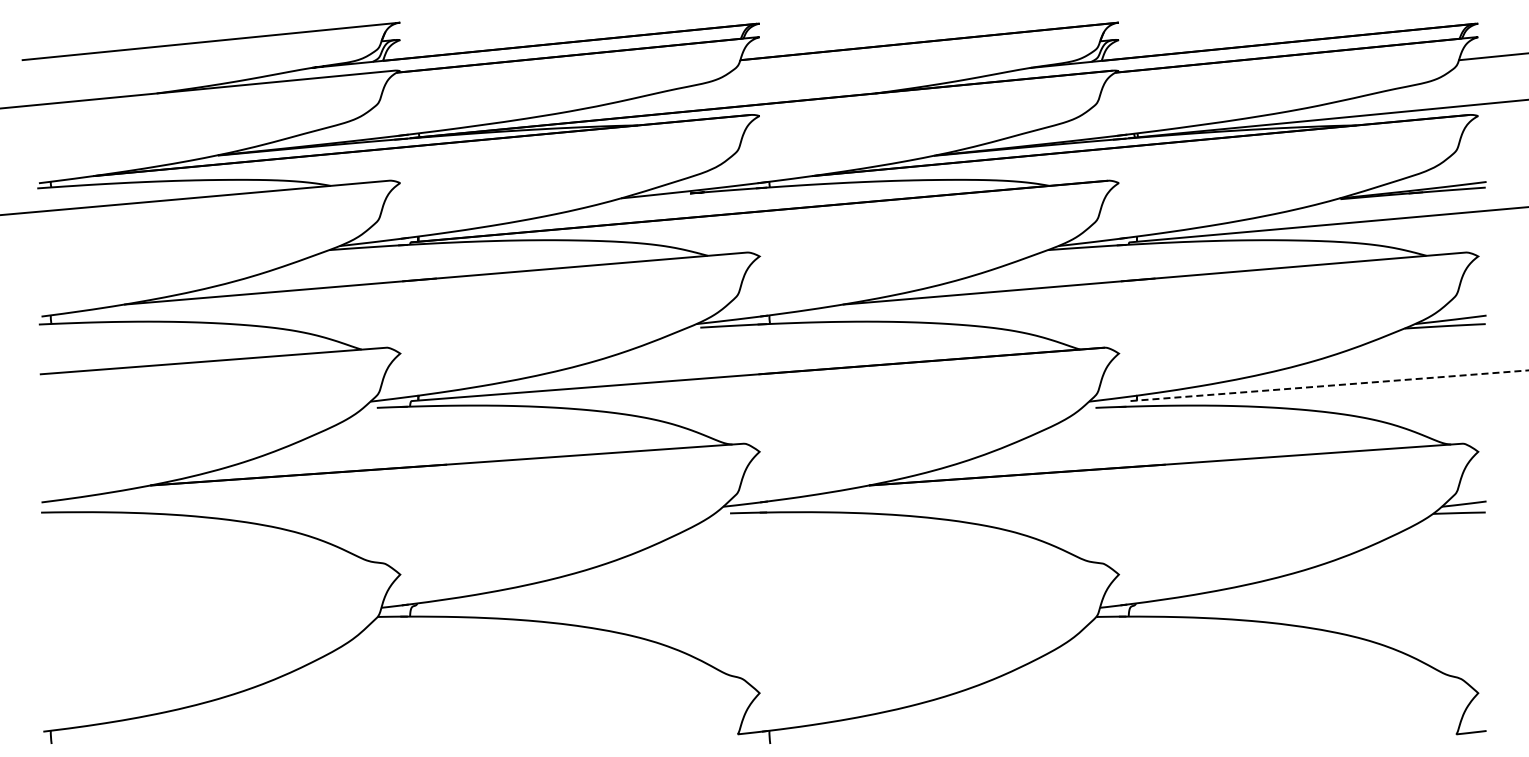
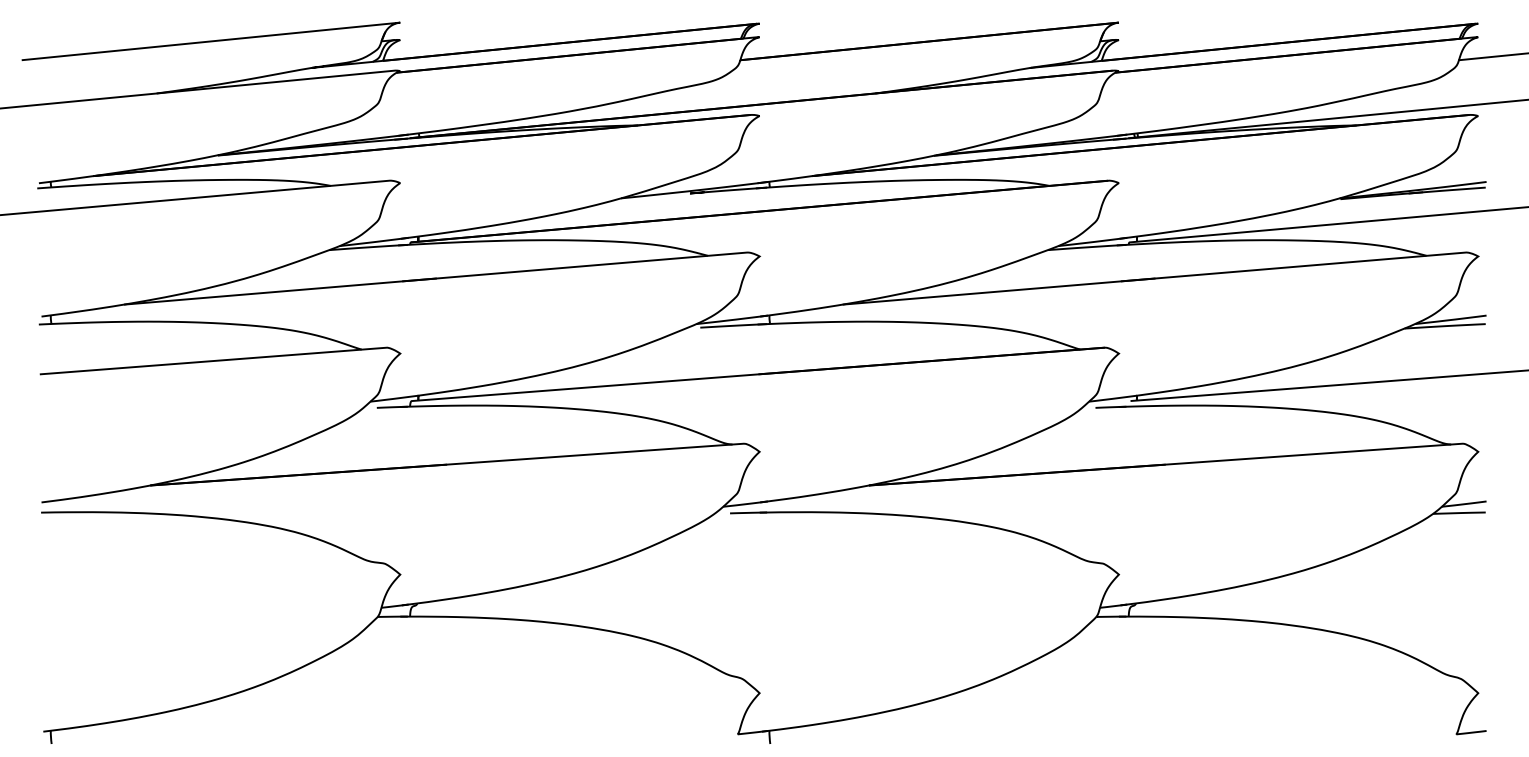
line at (1330, 385): dashed -> solid
